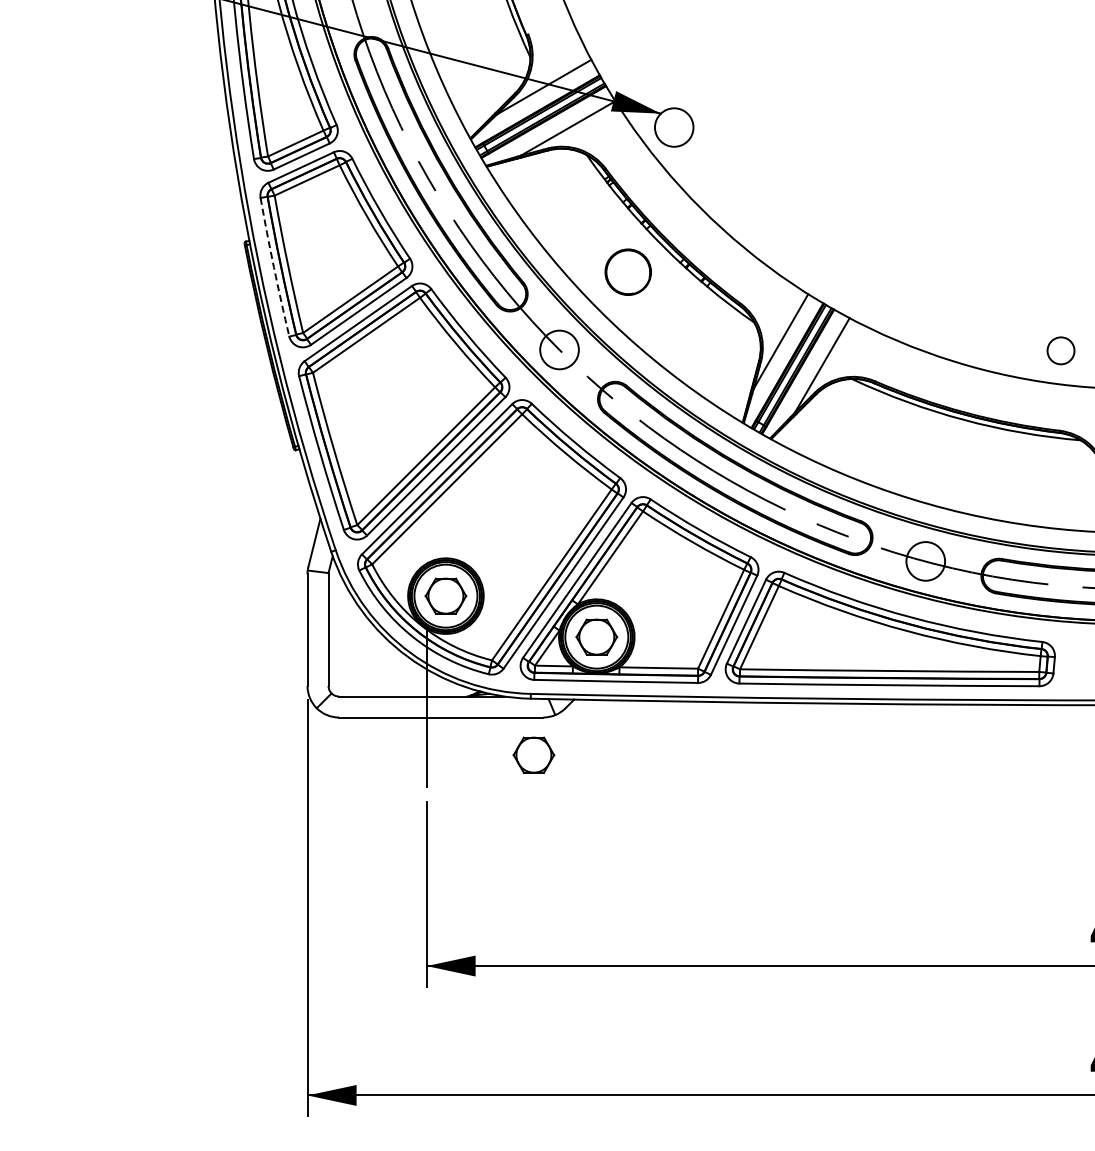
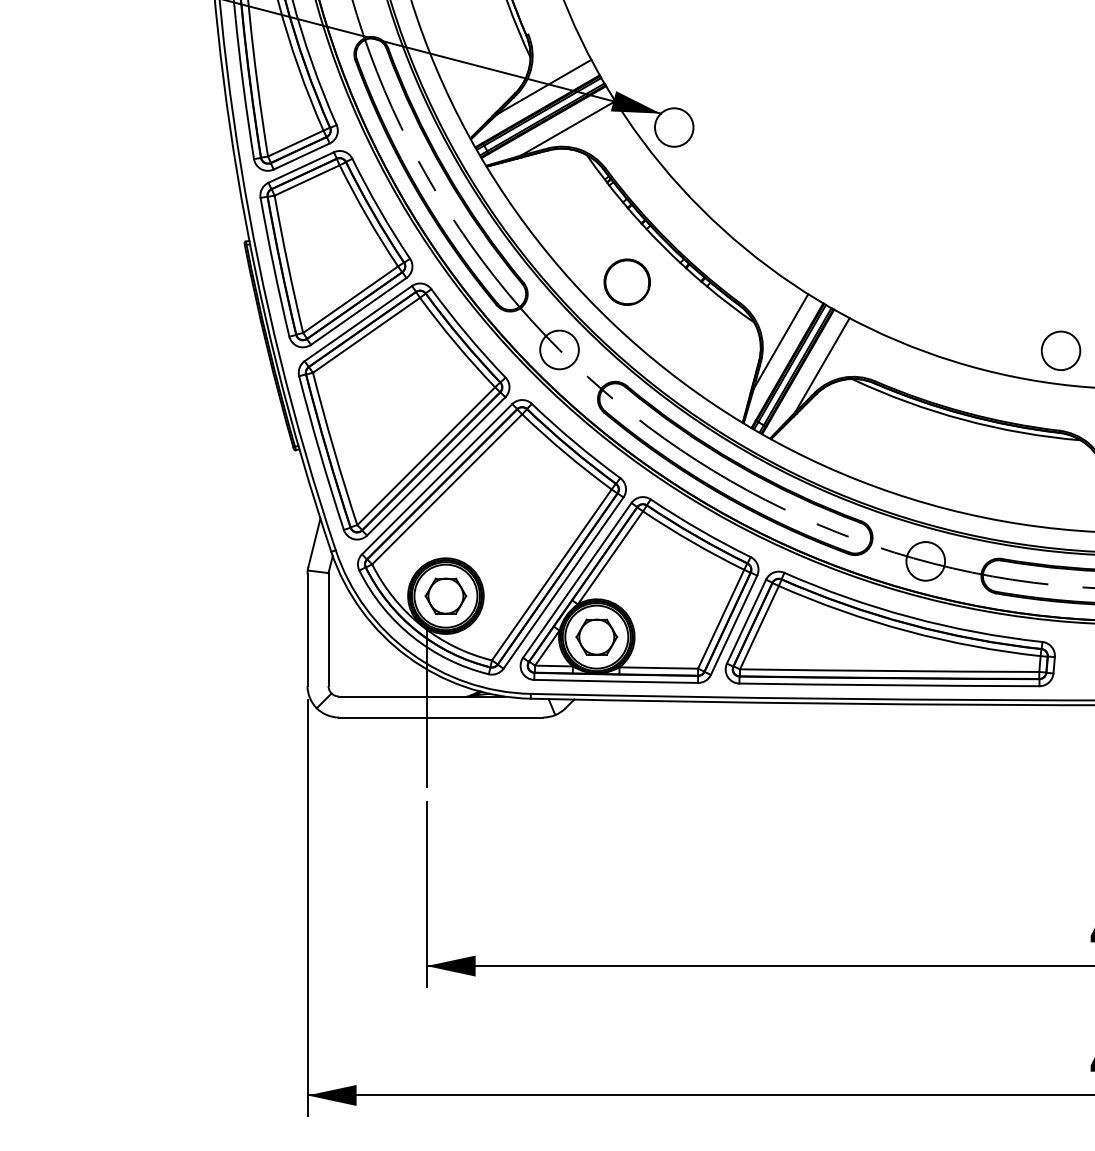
arc at (273, 267): dashed -> solid
circle at (627, 271) position: (627, 271) -> (626, 281)
circle at (1060, 350) diameter: 27 px -> 39 px
part at (533, 754): present -> none
